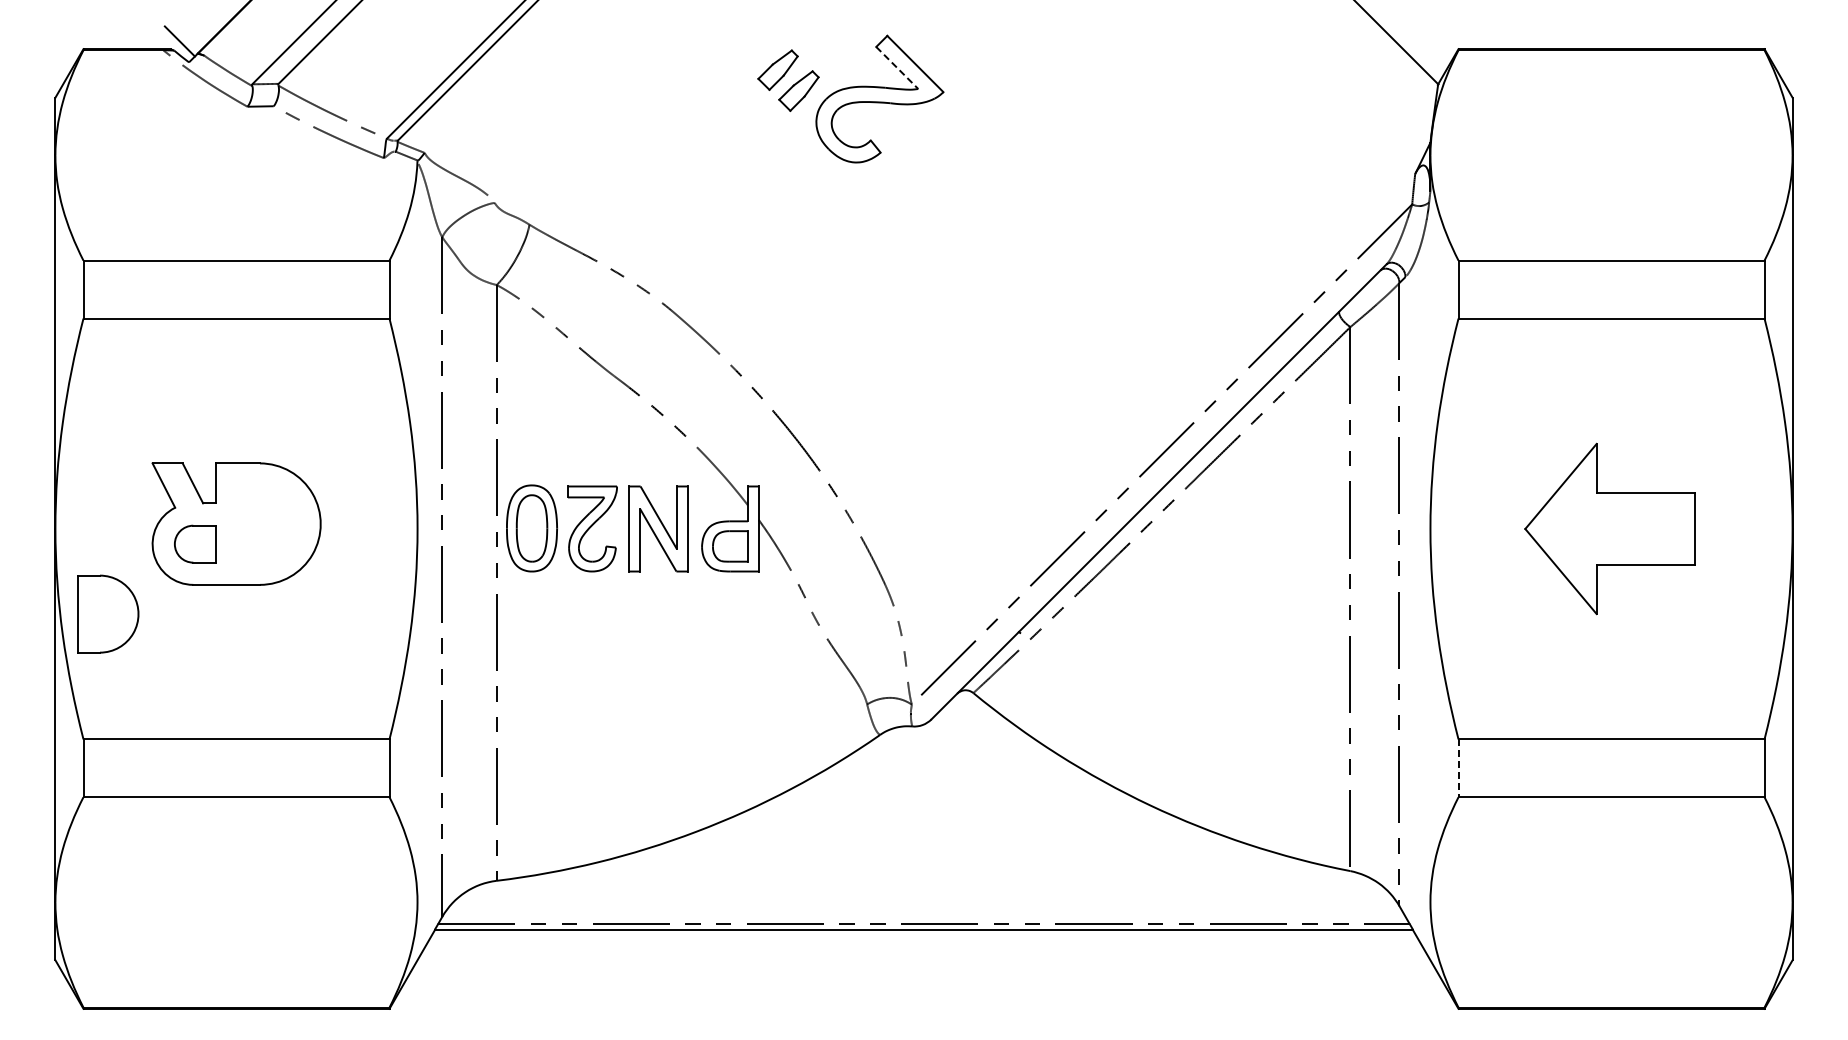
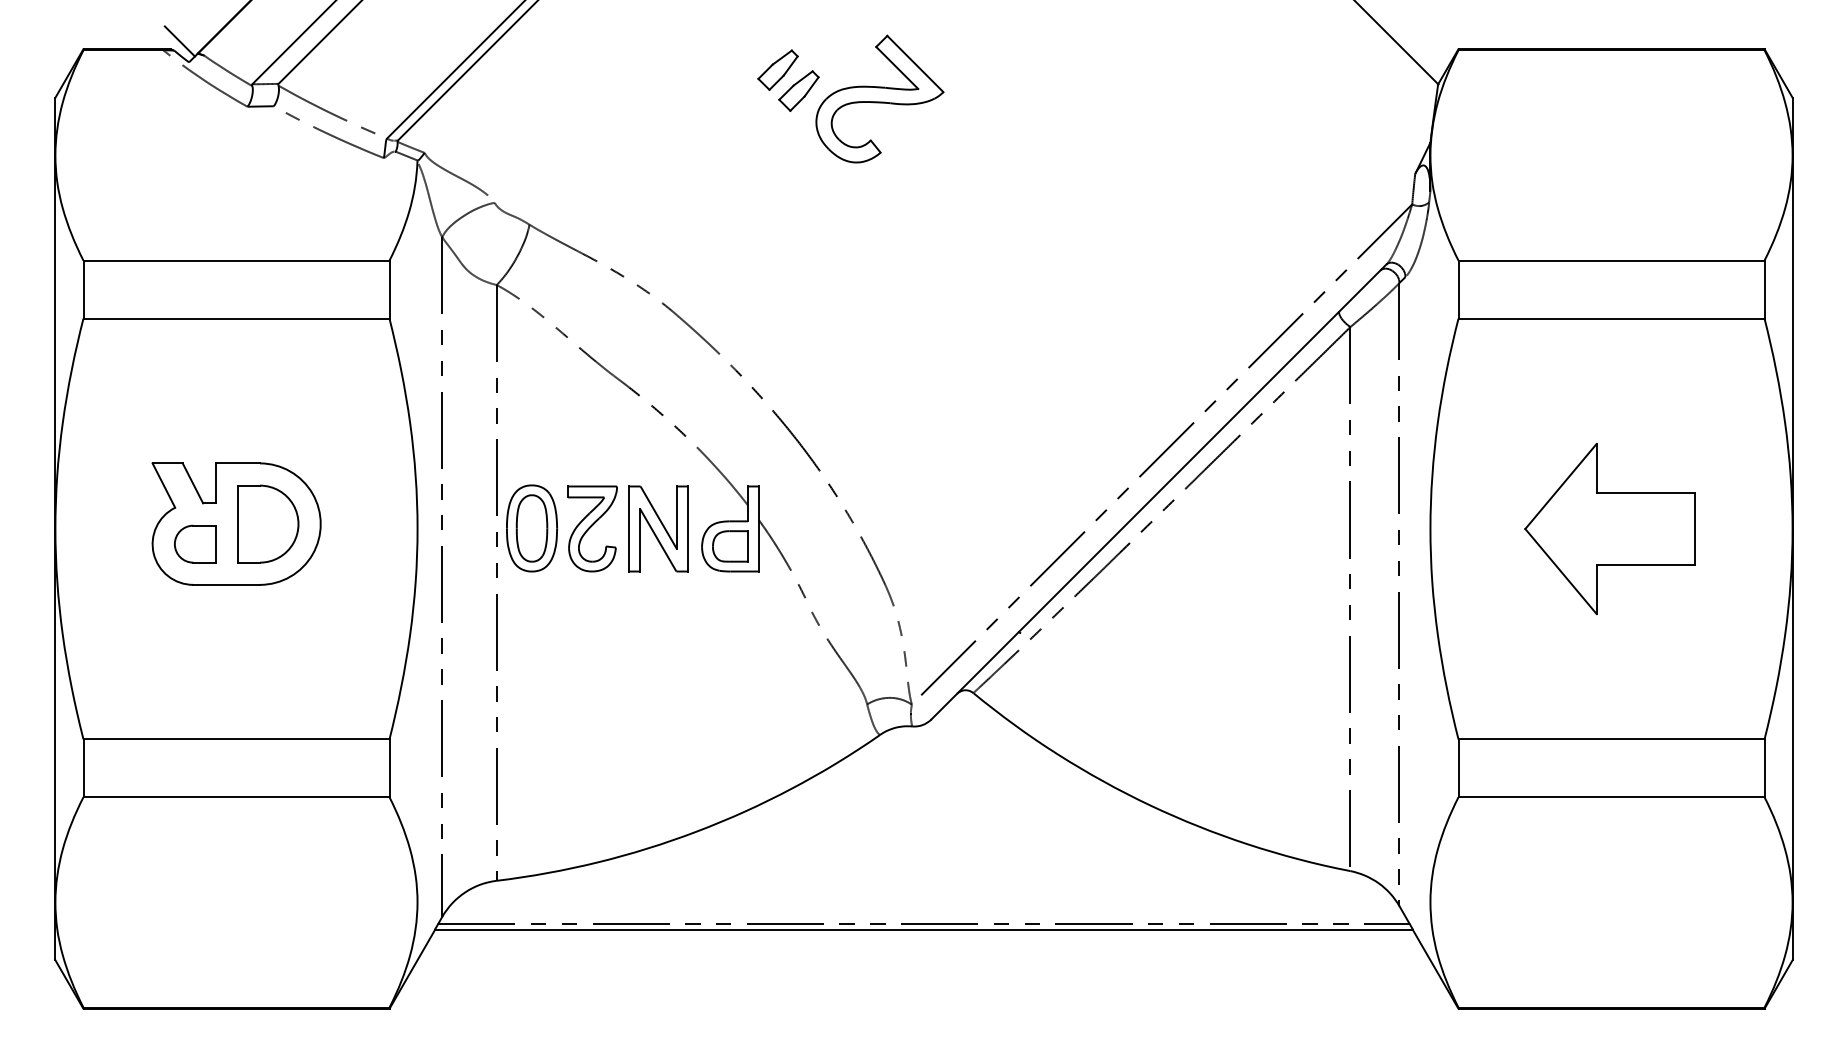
line at (897, 67): dashed -> solid
part at (108, 613) position: (108, 613) -> (268, 523)
line at (1458, 768): dashed -> solid
